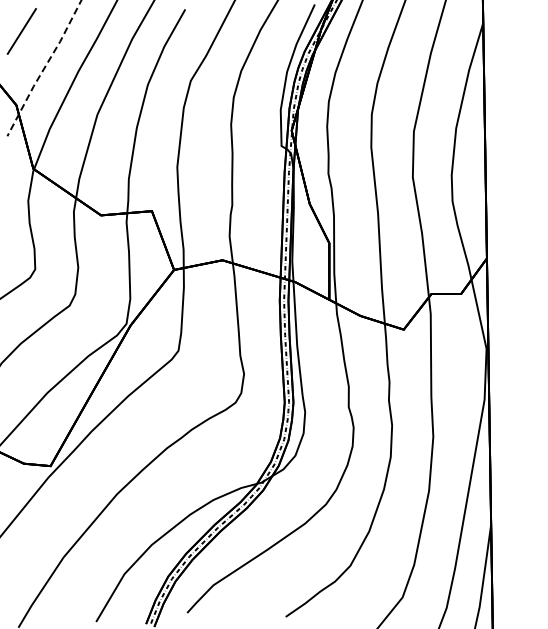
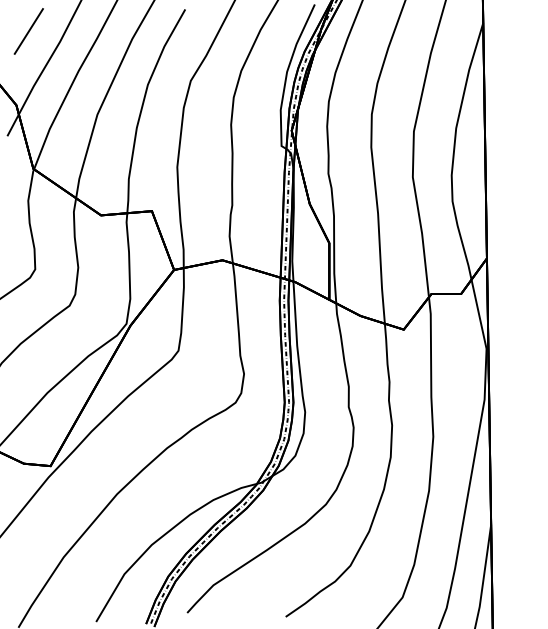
line at (21, 31) position: (21, 31) -> (28, 31)
line at (43, 69): dashed -> solid
